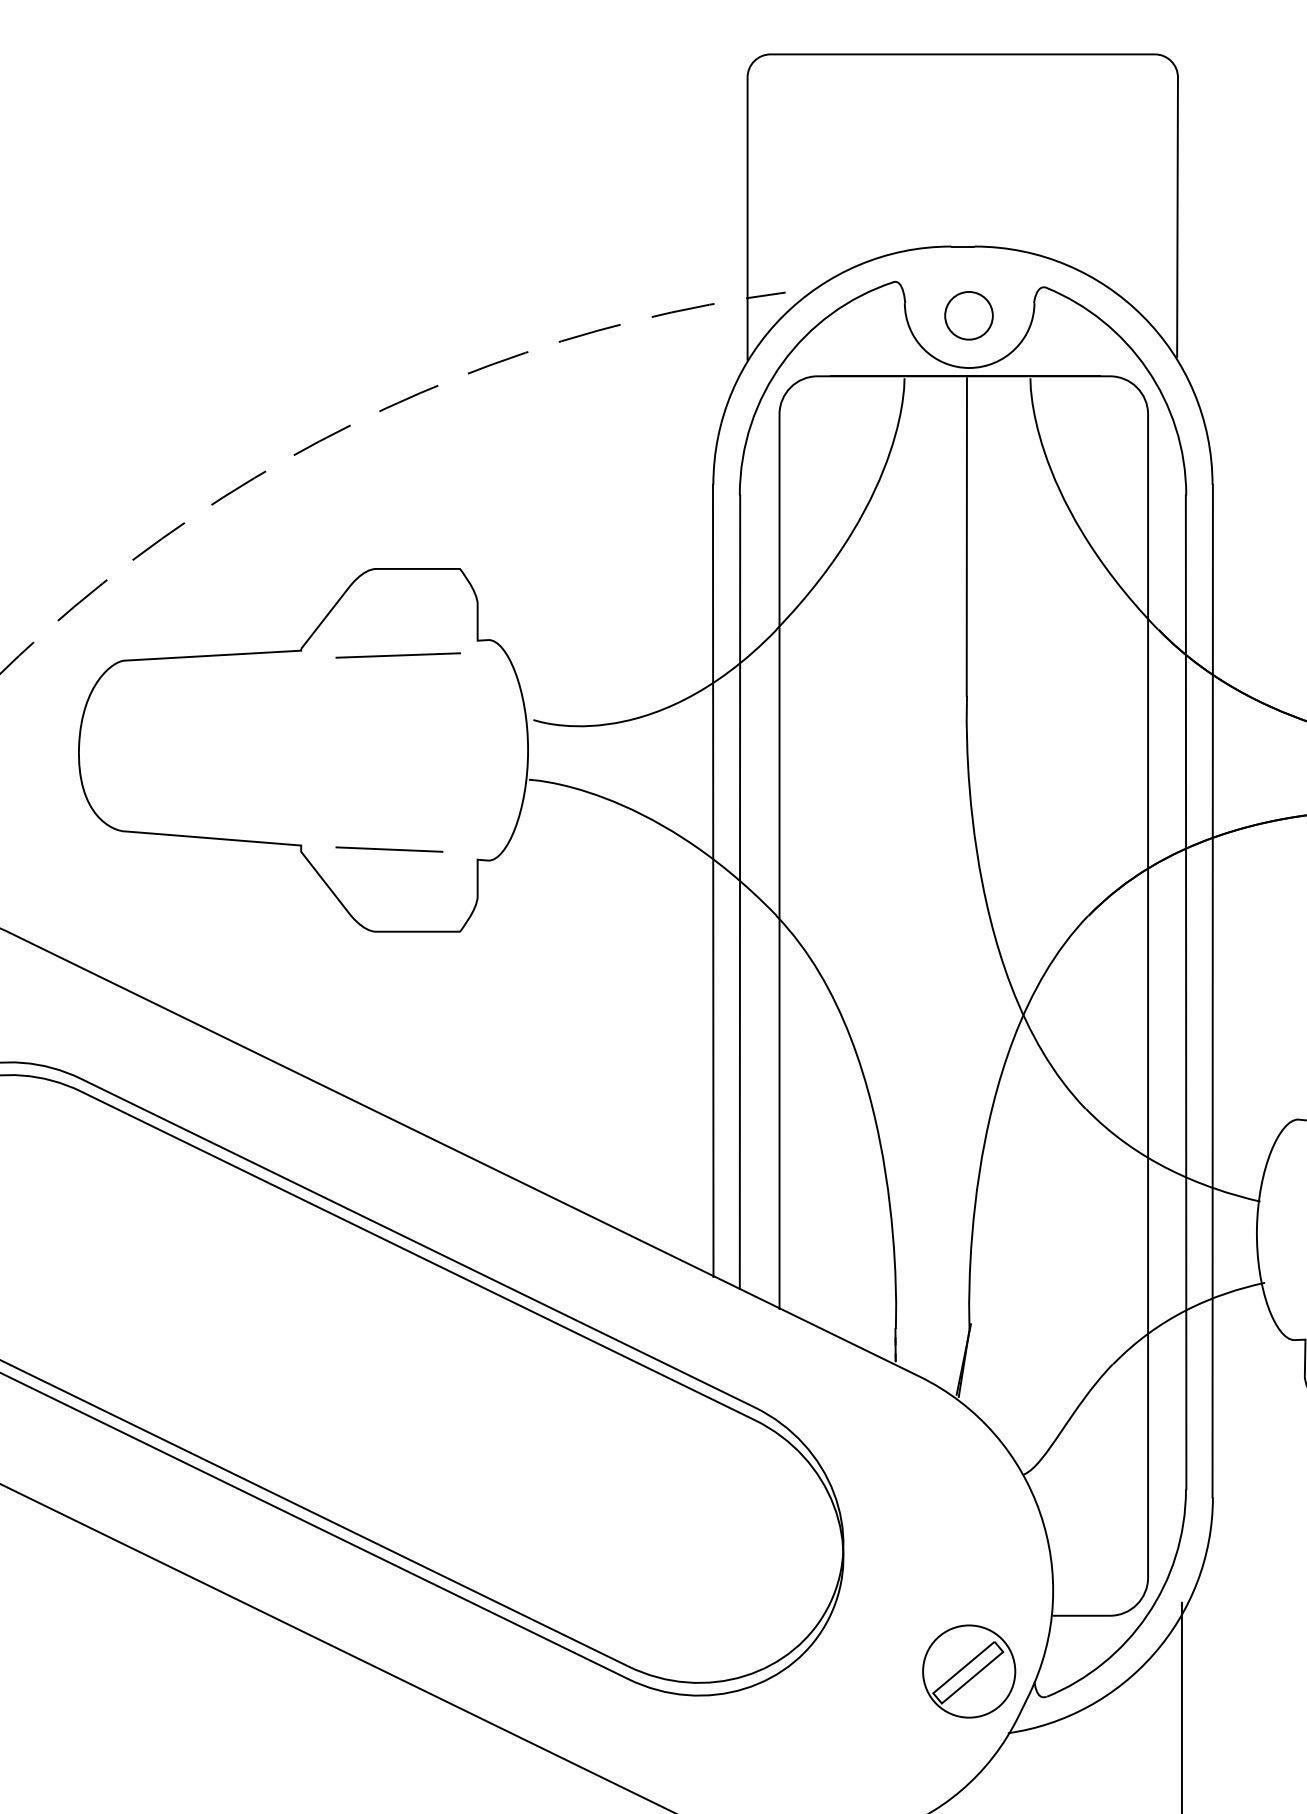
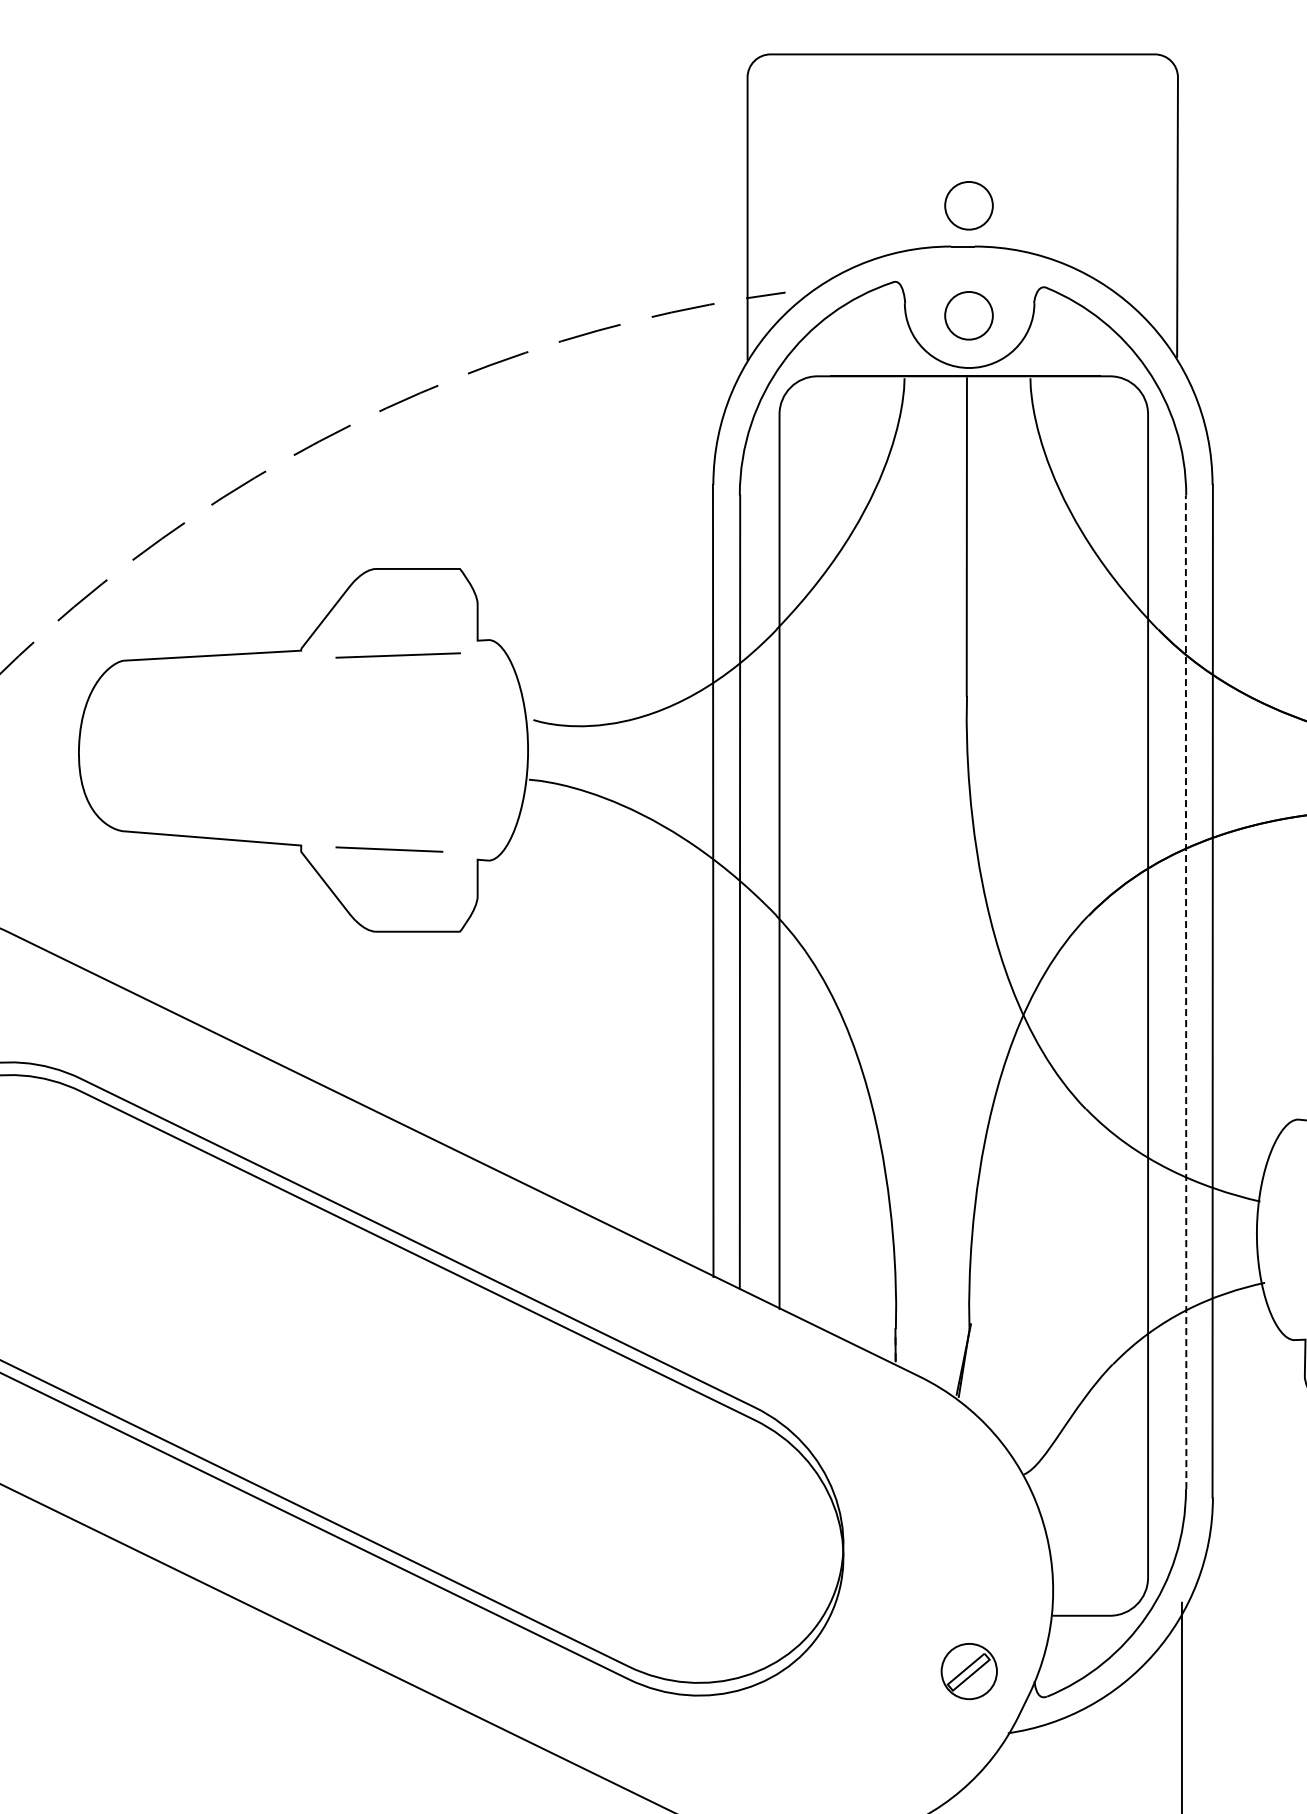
part at (968, 205): none -> present
line at (1186, 992): solid -> dashed
part at (969, 1671) size: 95x95 px -> 58x58 px
